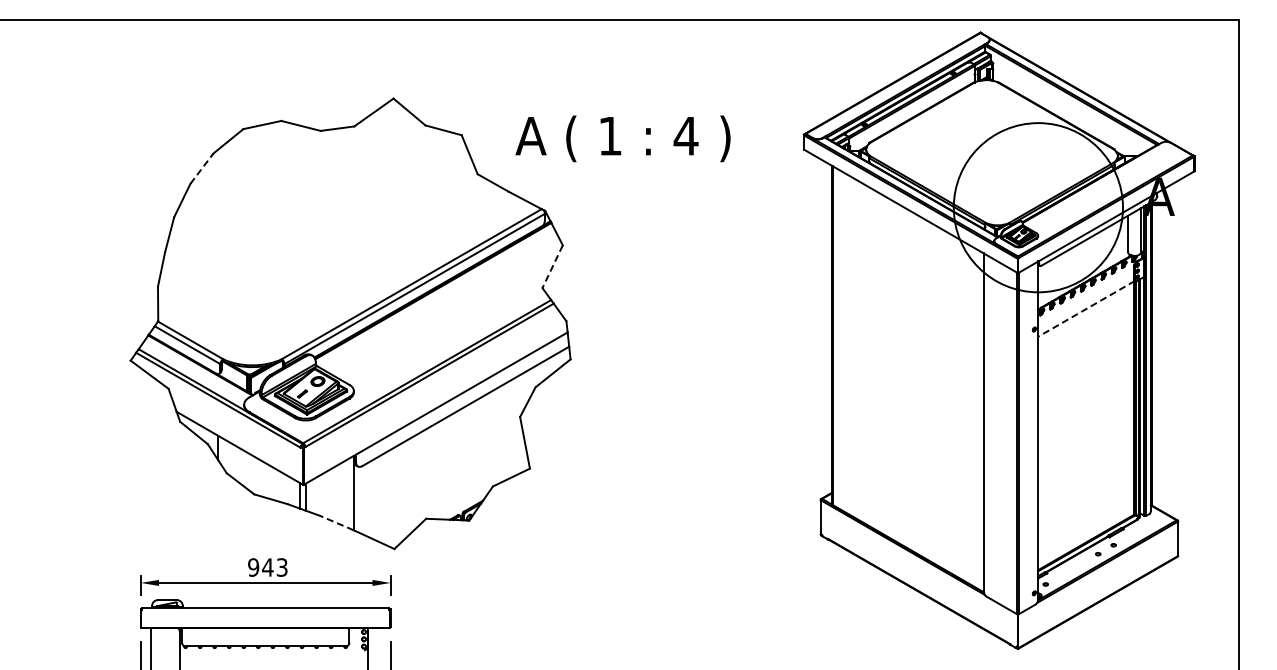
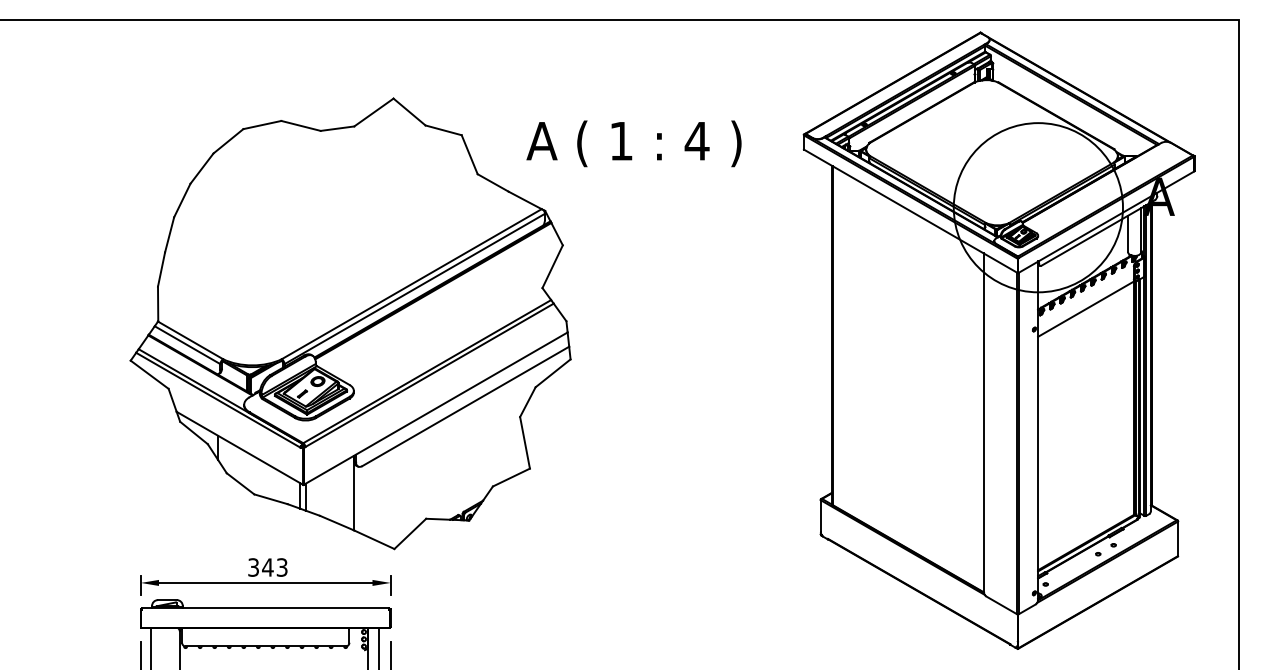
text at (622, 138) position: (622, 138) -> (633, 143)
line at (202, 168): dashed -> solid
line at (552, 266): dashed -> solid
line at (1086, 308): dashed -> solid
line at (336, 522): dashed -> solid
text at (253, 567): 943 -> 343
line at (379, 647): none -> present
